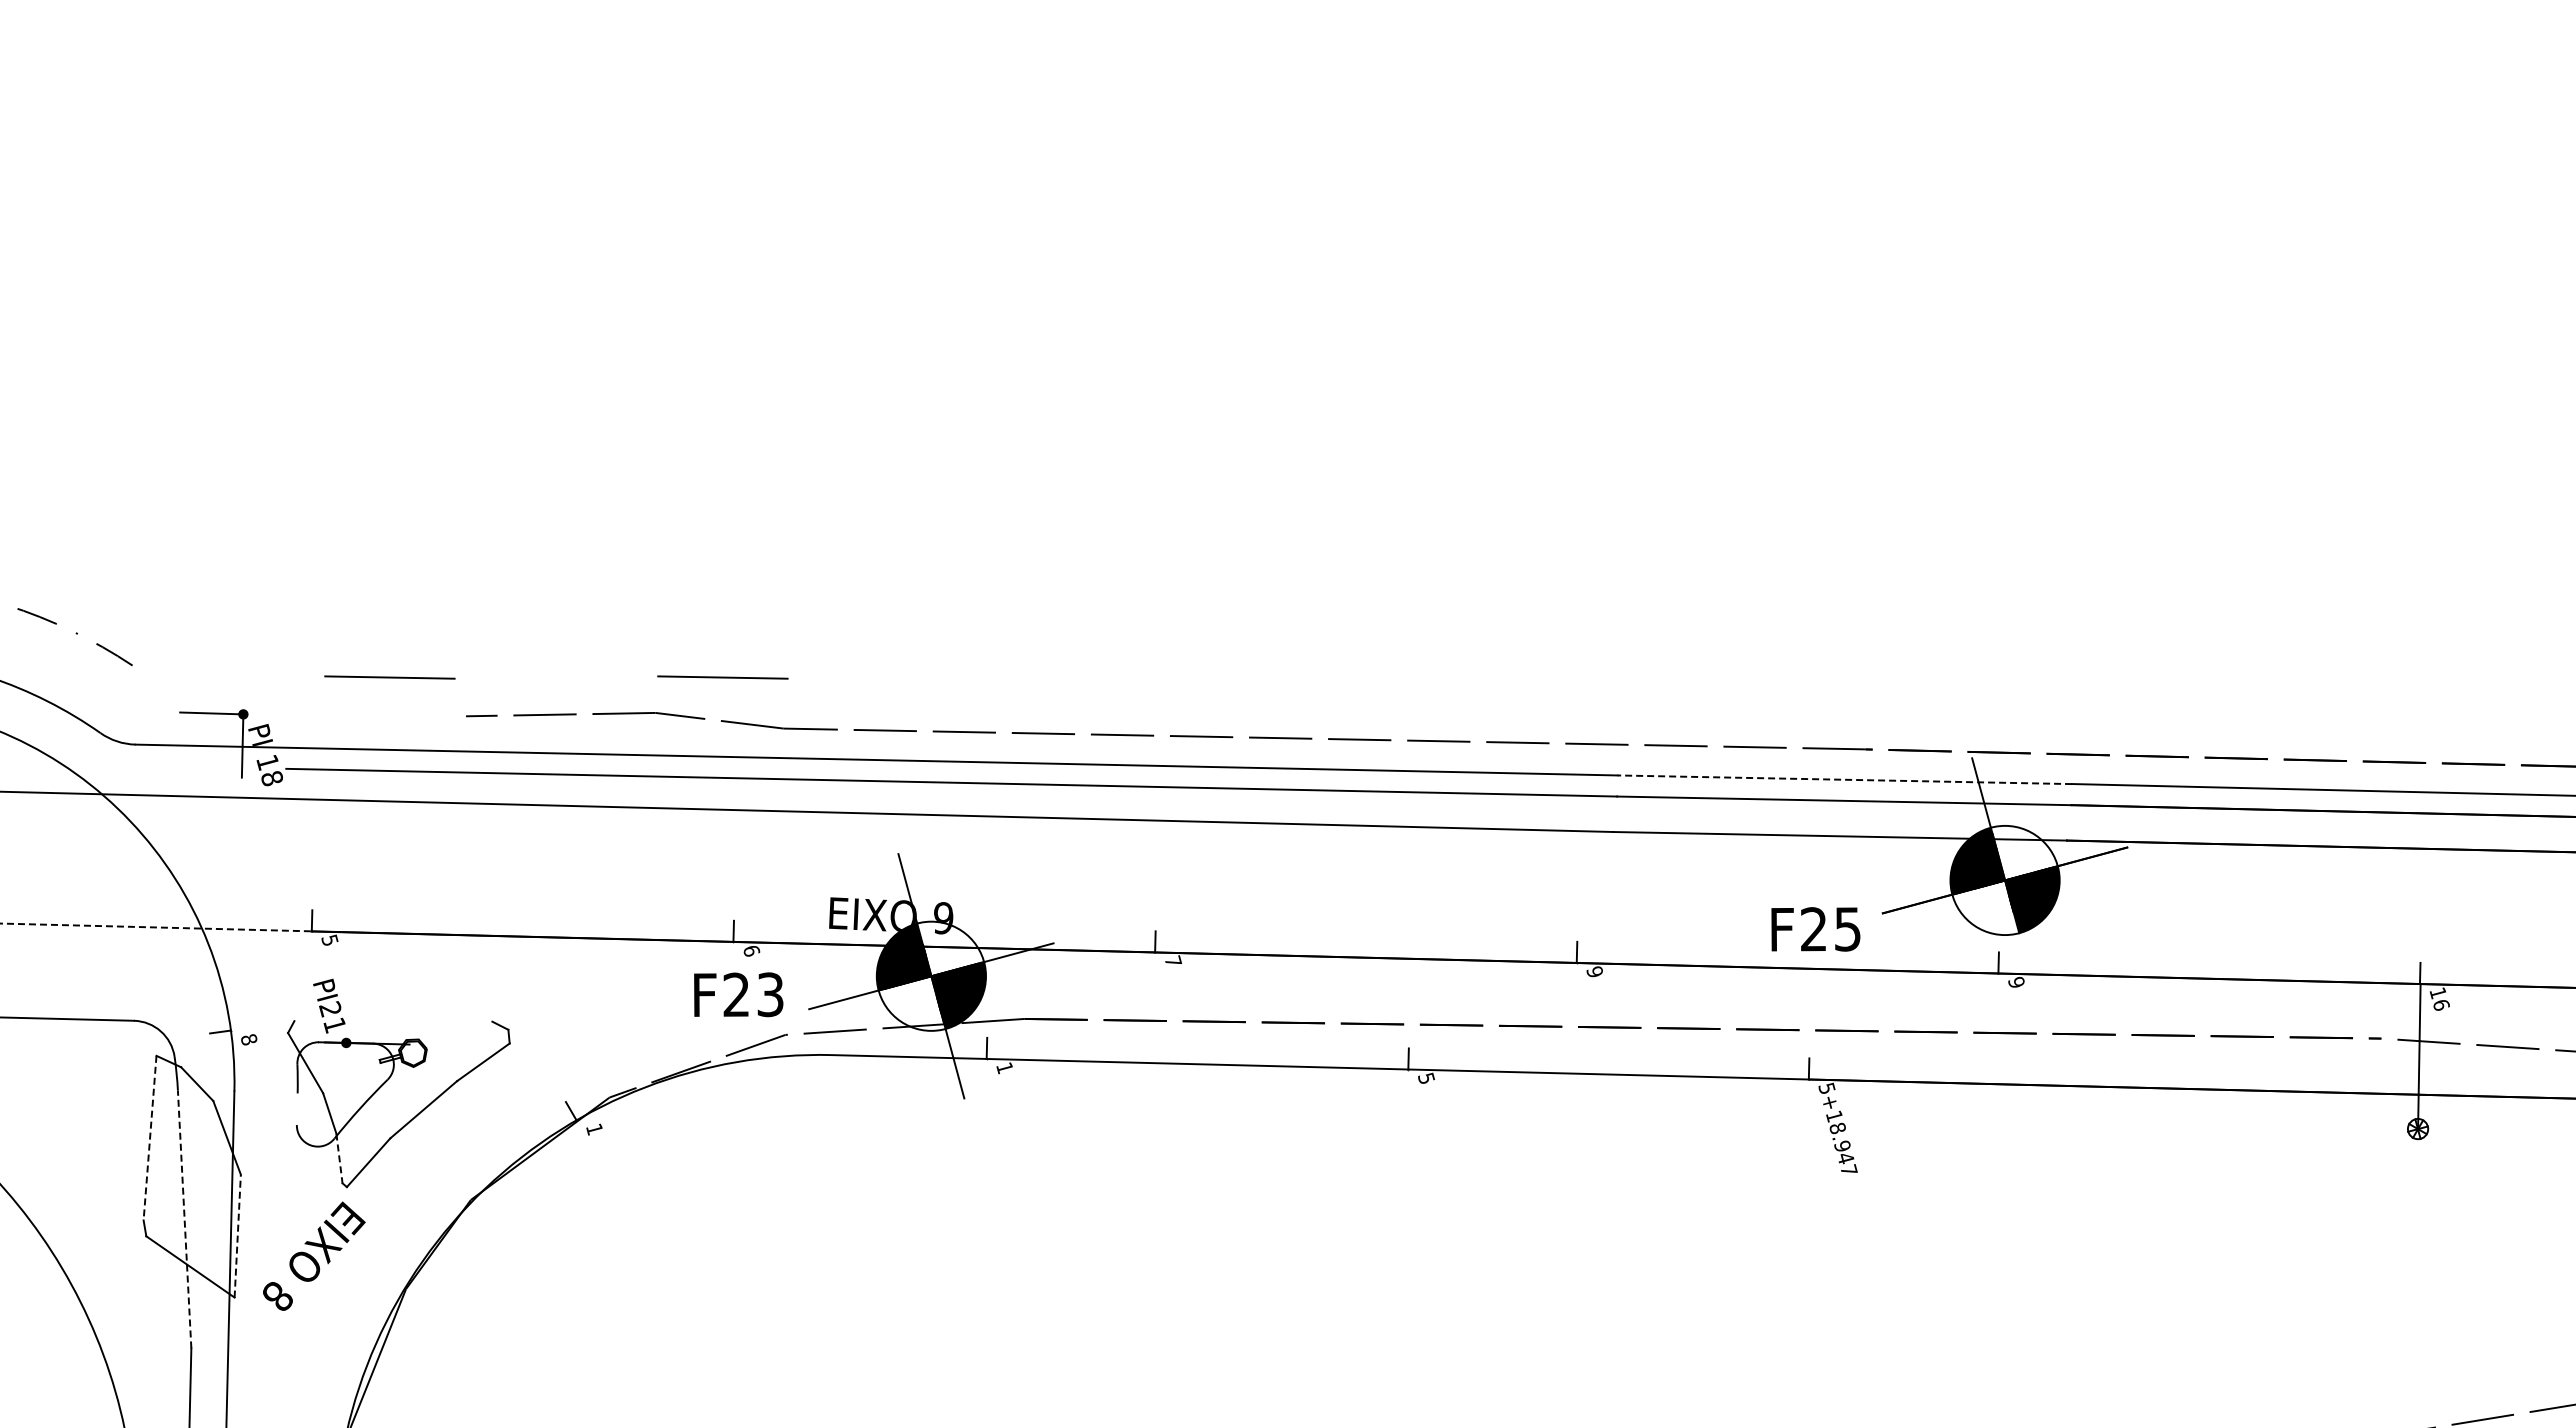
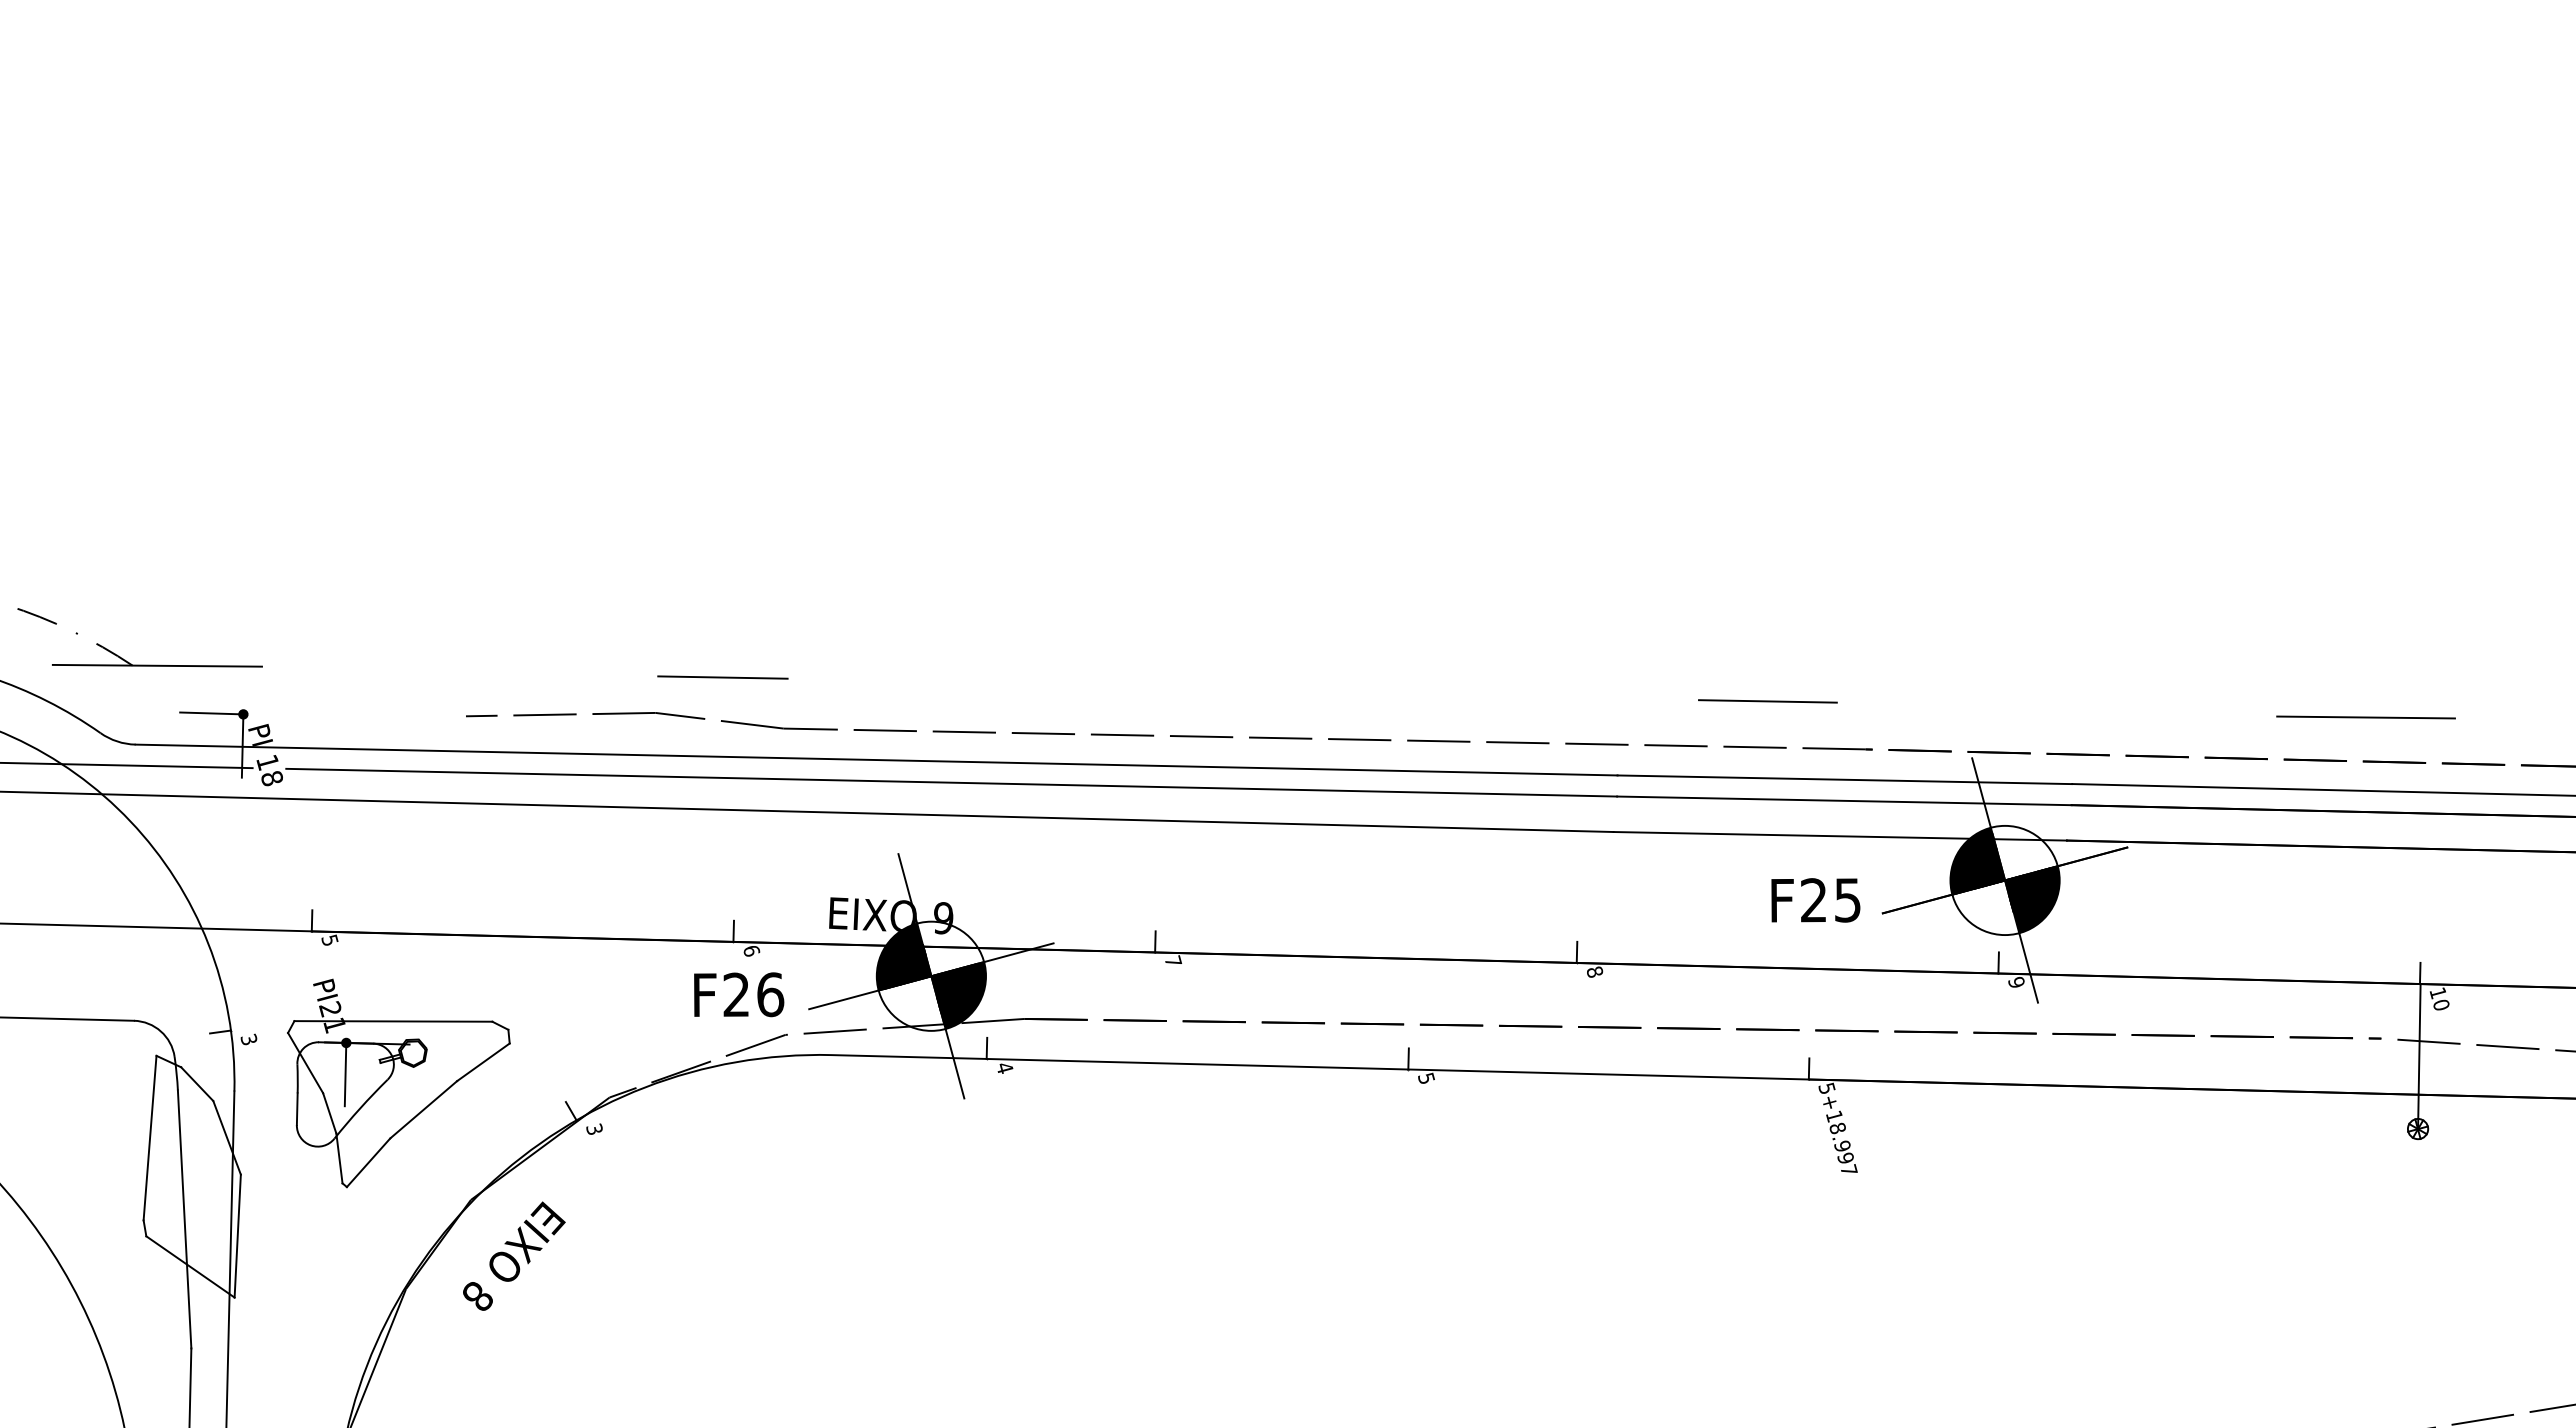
line at (156, 665): none -> present
line at (389, 677): present -> none
line at (1767, 701): none -> present
line at (2365, 717): none -> present
line at (127, 765): none -> present
line at (1844, 779): dashed -> solid
line at (156, 927): dashed -> solid
text at (1815, 929) position: (1815, 929) -> (1815, 900)
line at (2028, 967): none -> present
text at (1594, 971): 9 -> 8
text at (770, 994): F23 -> F26
text at (2441, 1004): 16 -> 10
line at (393, 1021): none -> present
text at (248, 1039): 8 -> 3
text at (1004, 1068): 1 -> 4
line at (345, 1074): none -> present
line at (296, 1109): none -> present
text at (594, 1129): 1 -> 3
line at (150, 1138): dashed -> solid
line at (339, 1158): dashed -> solid
text at (1845, 1158): 5+18.947 -> 5+18.997
line at (184, 1218): dashed -> solid
line at (237, 1236): dashed -> solid
text at (314, 1255) position: (314, 1255) -> (514, 1255)
